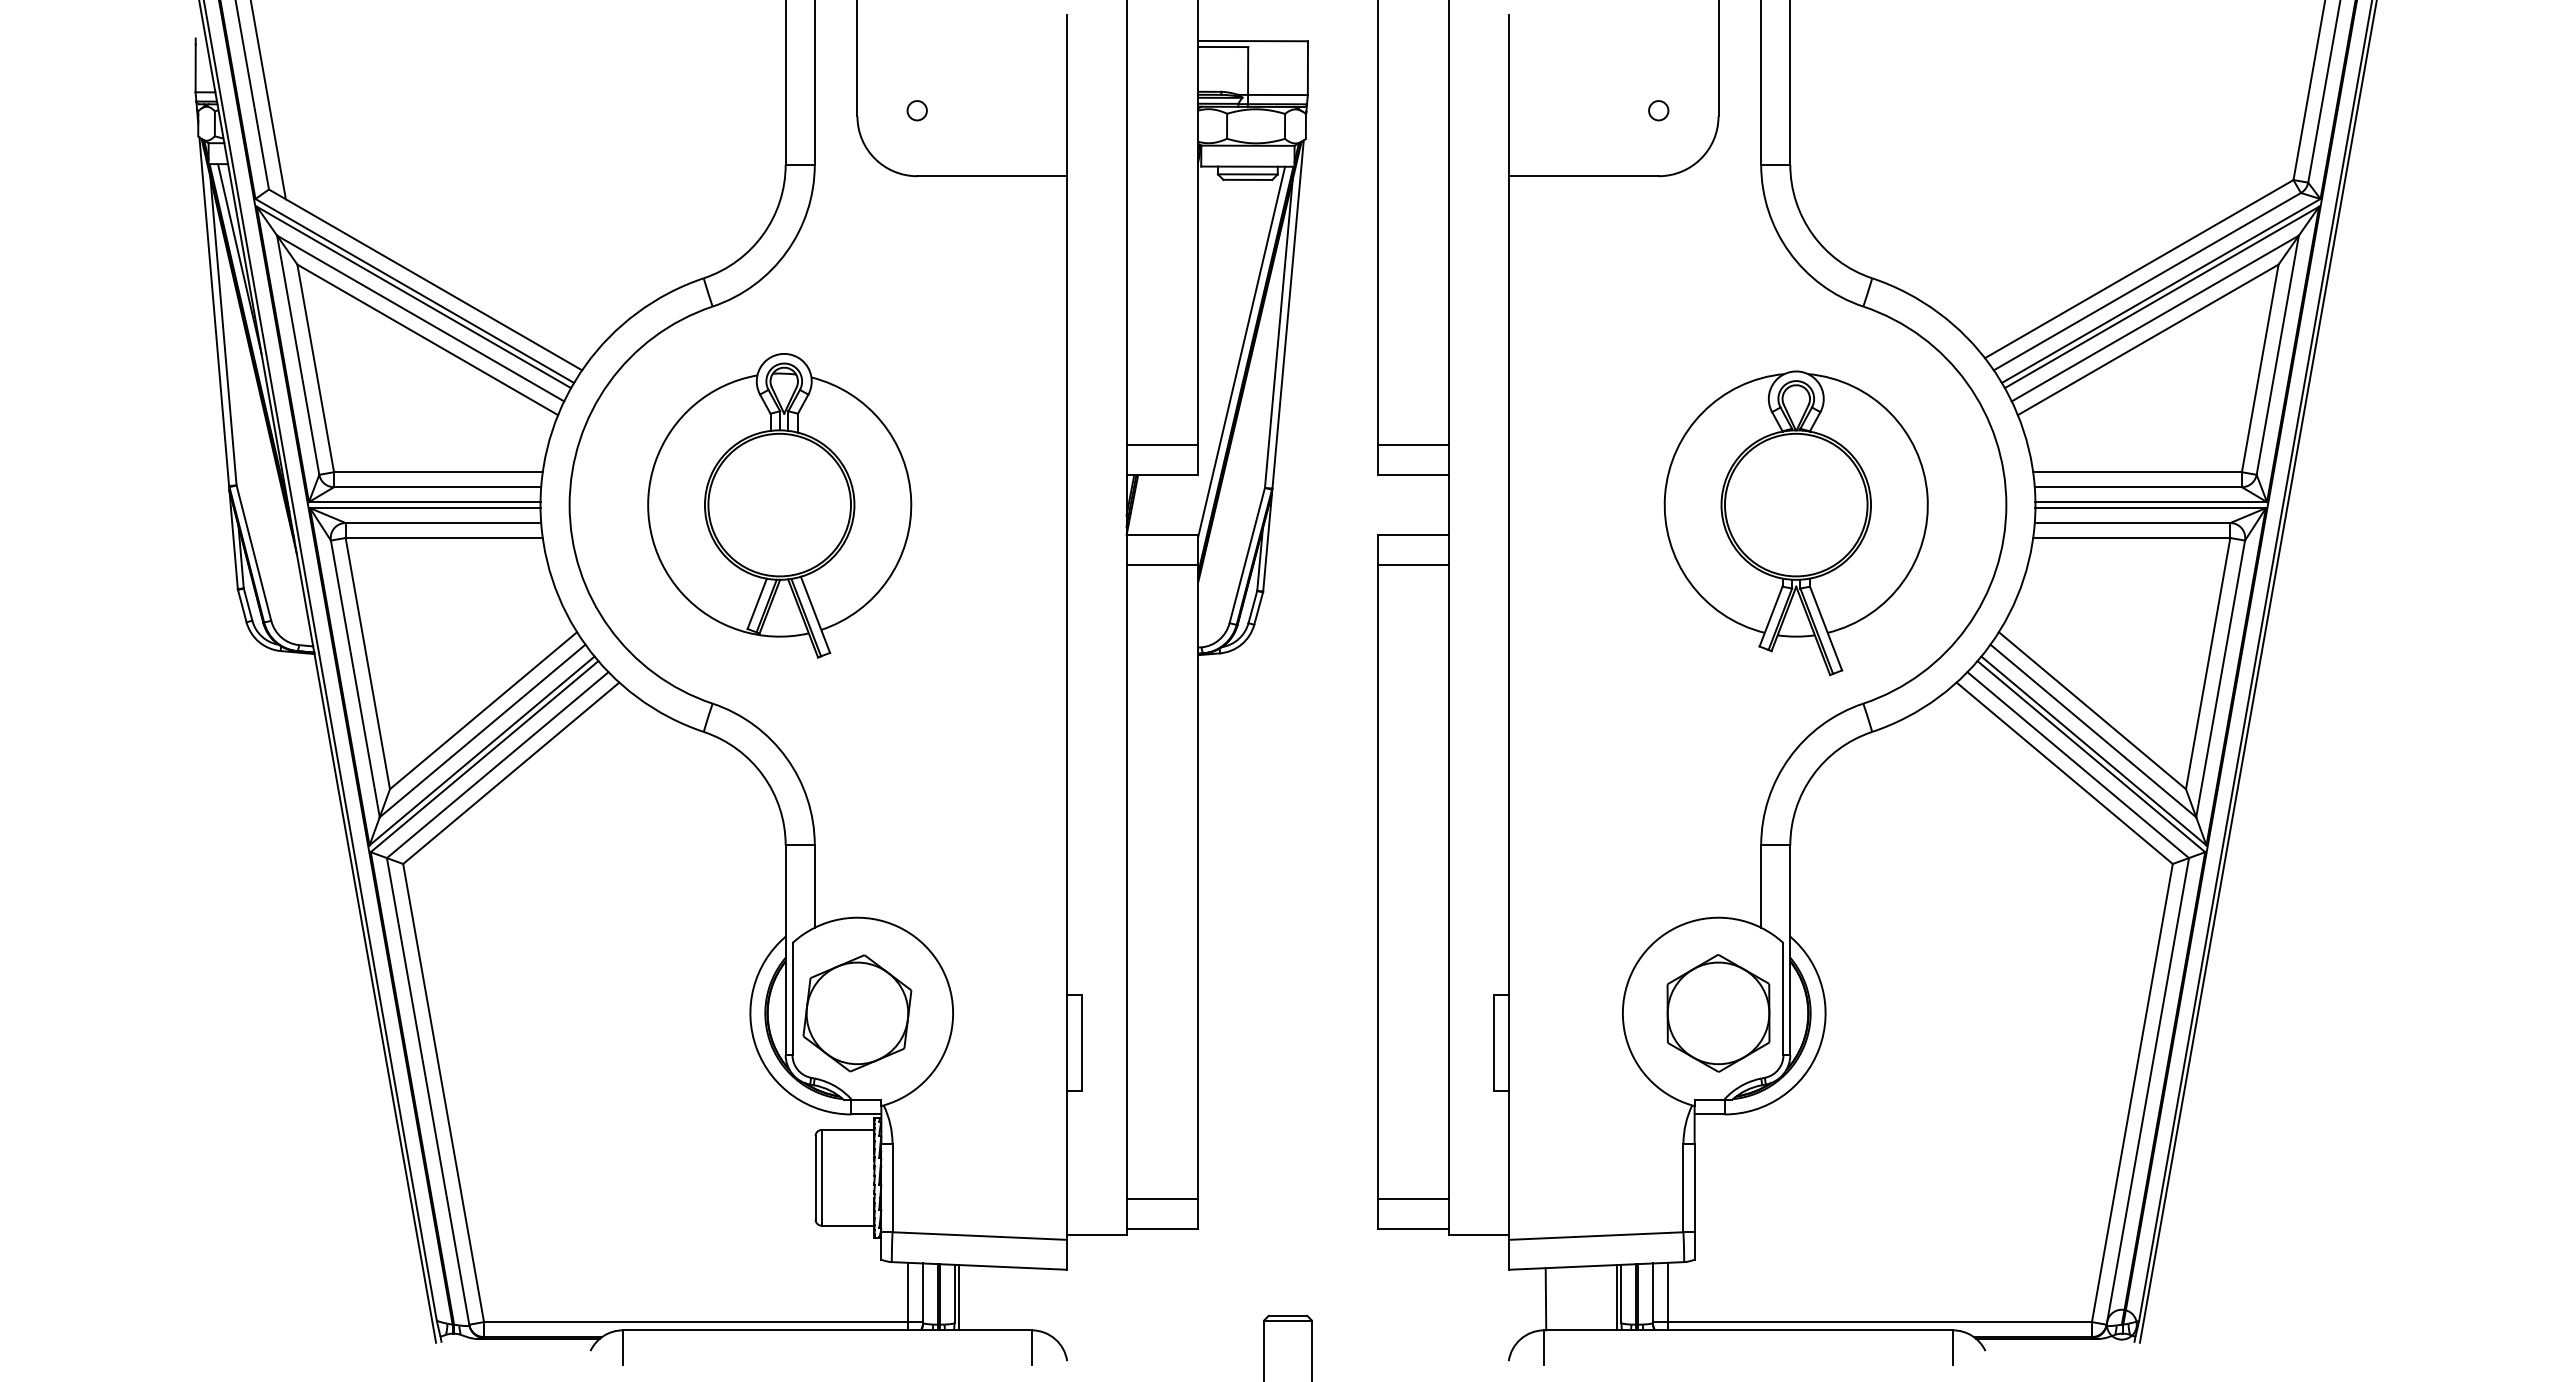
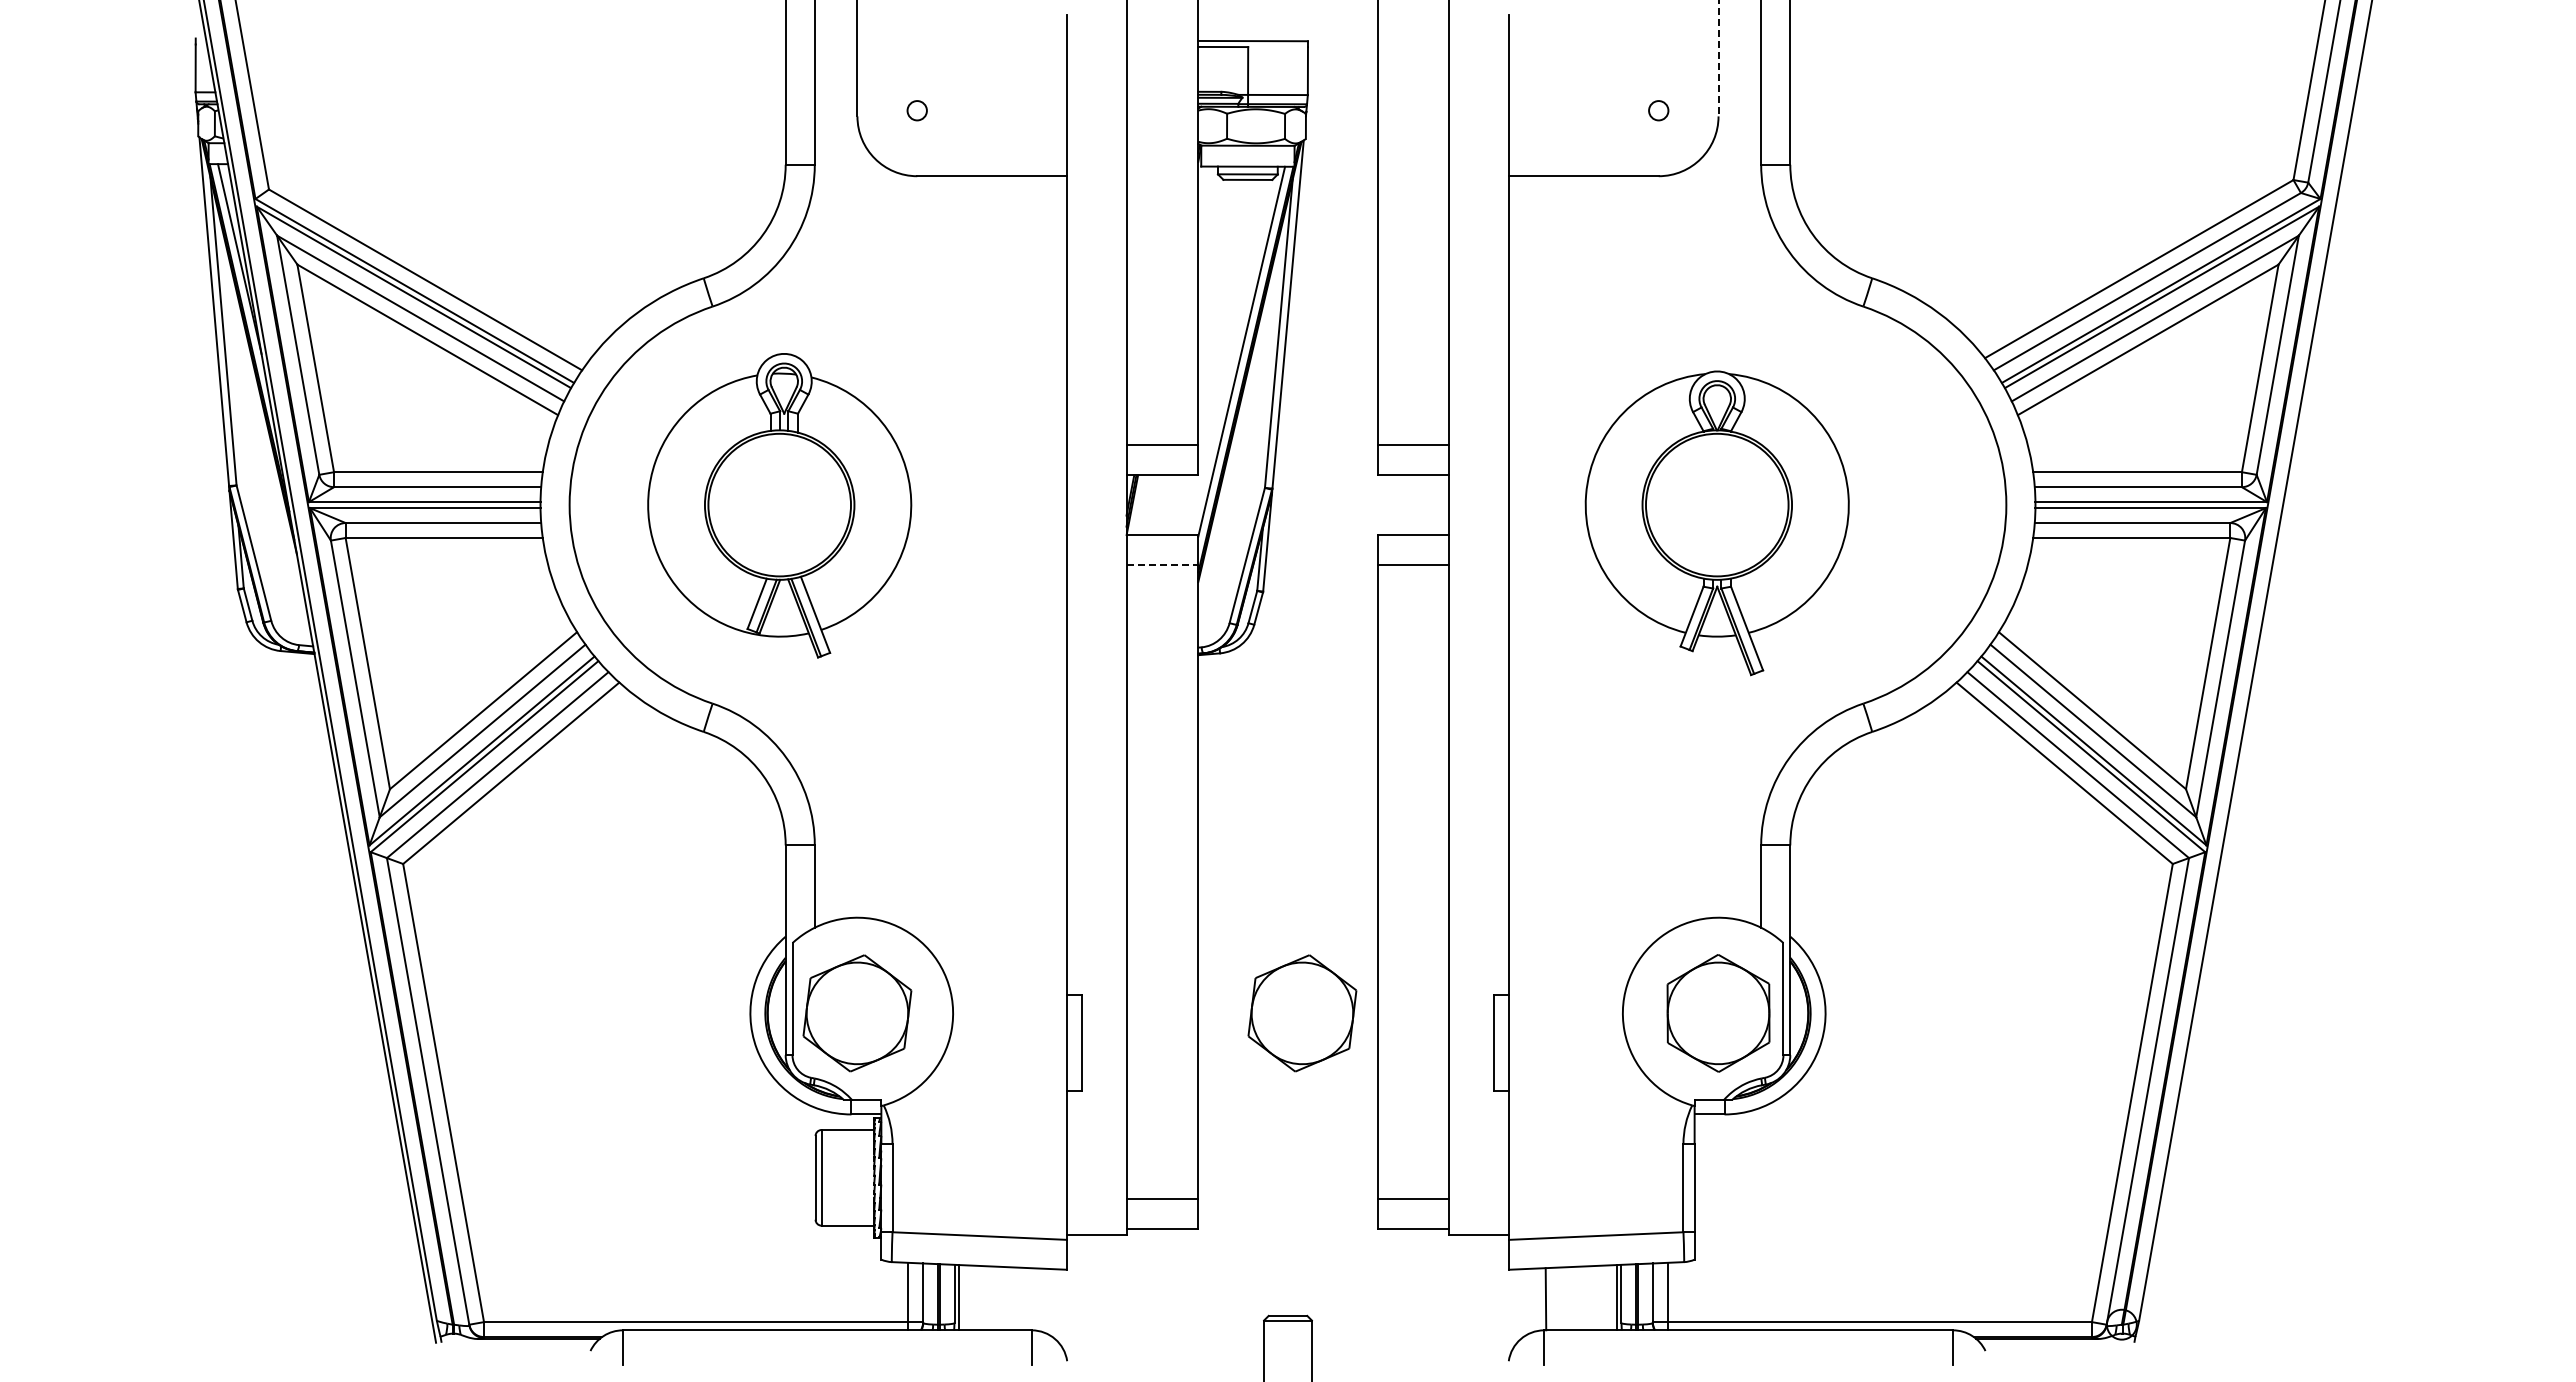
line at (1718, 58): solid -> dashed
line at (268, 100): present -> none
part at (1795, 523) position: (1795, 523) -> (1716, 523)
line at (1162, 564): solid -> dashed
line at (2257, 672): present -> none
part at (1302, 1013): none -> present
